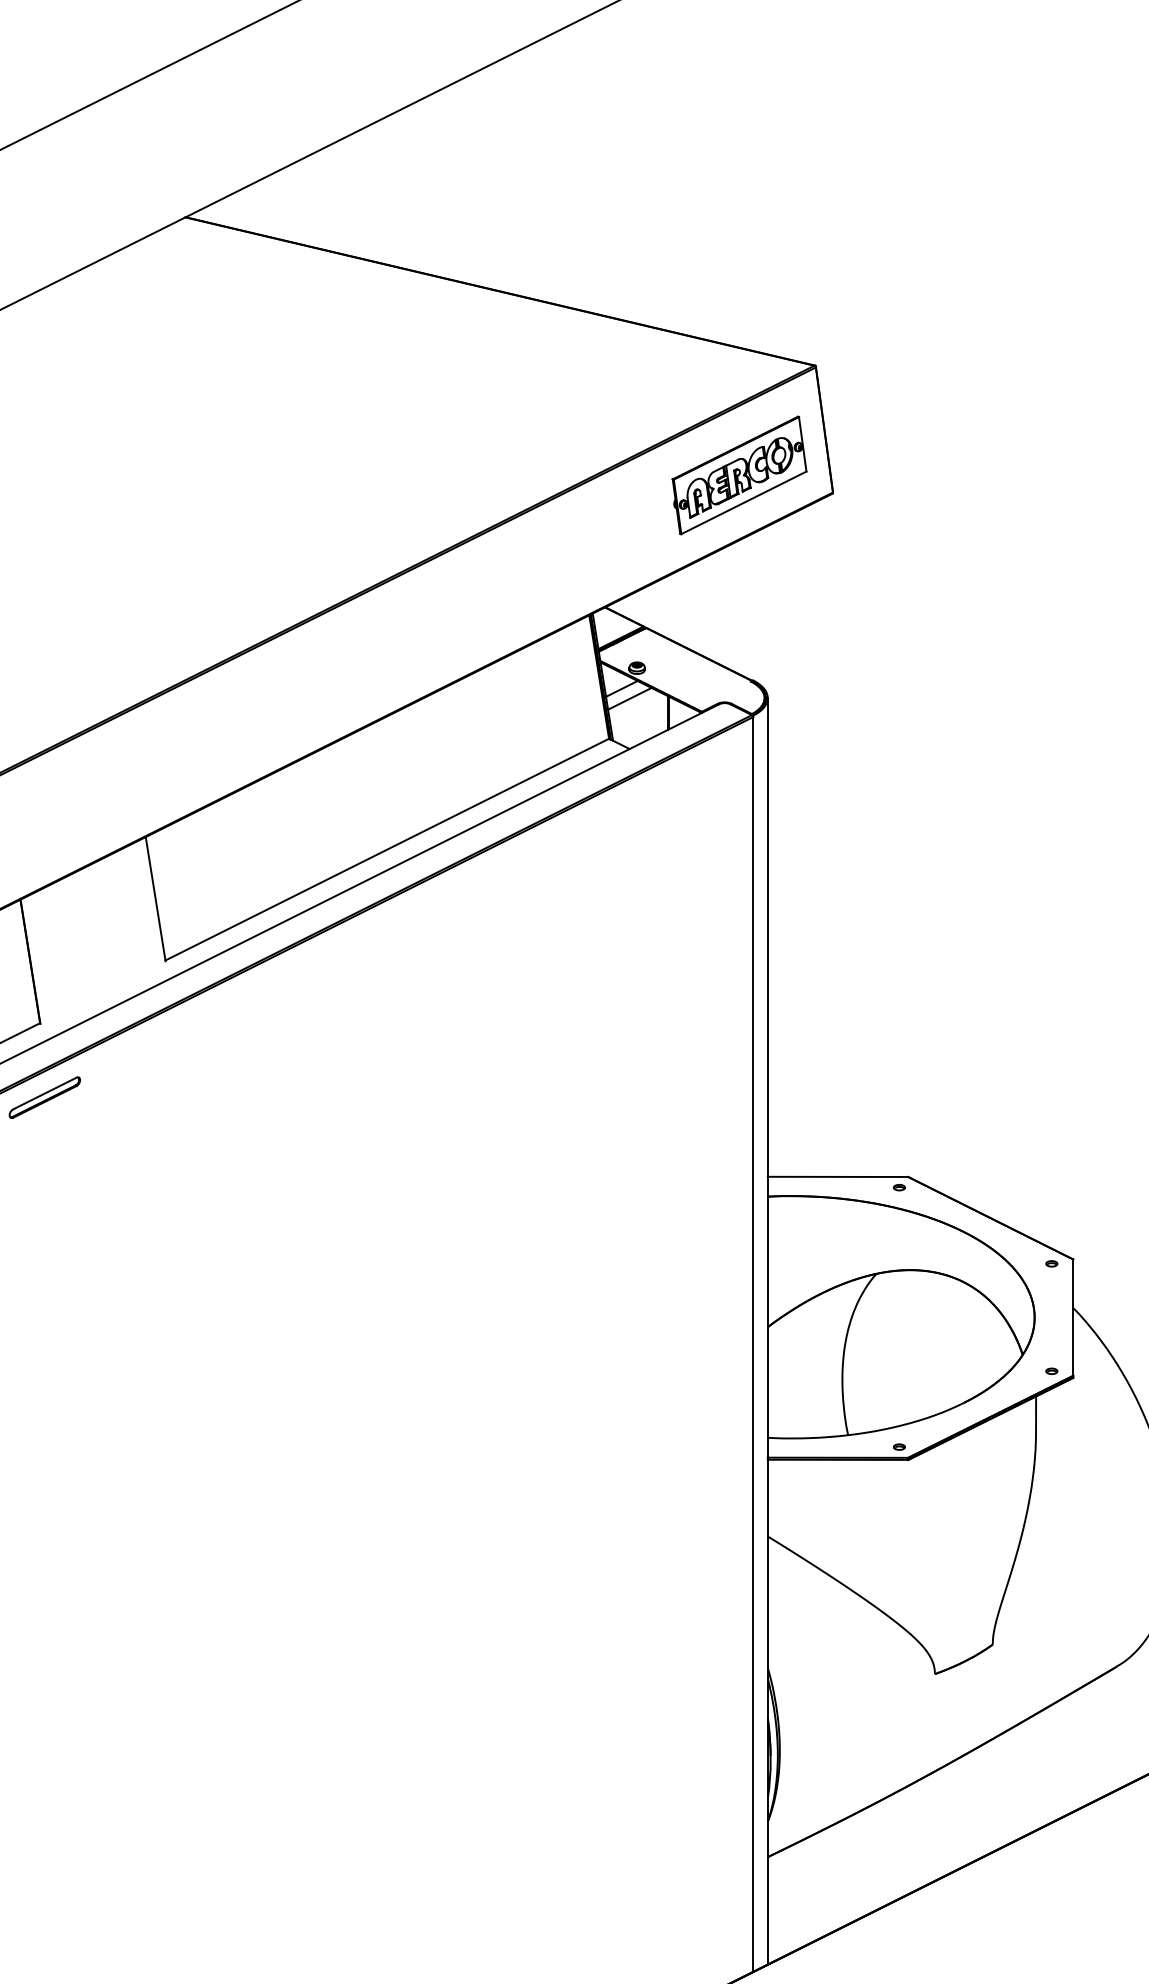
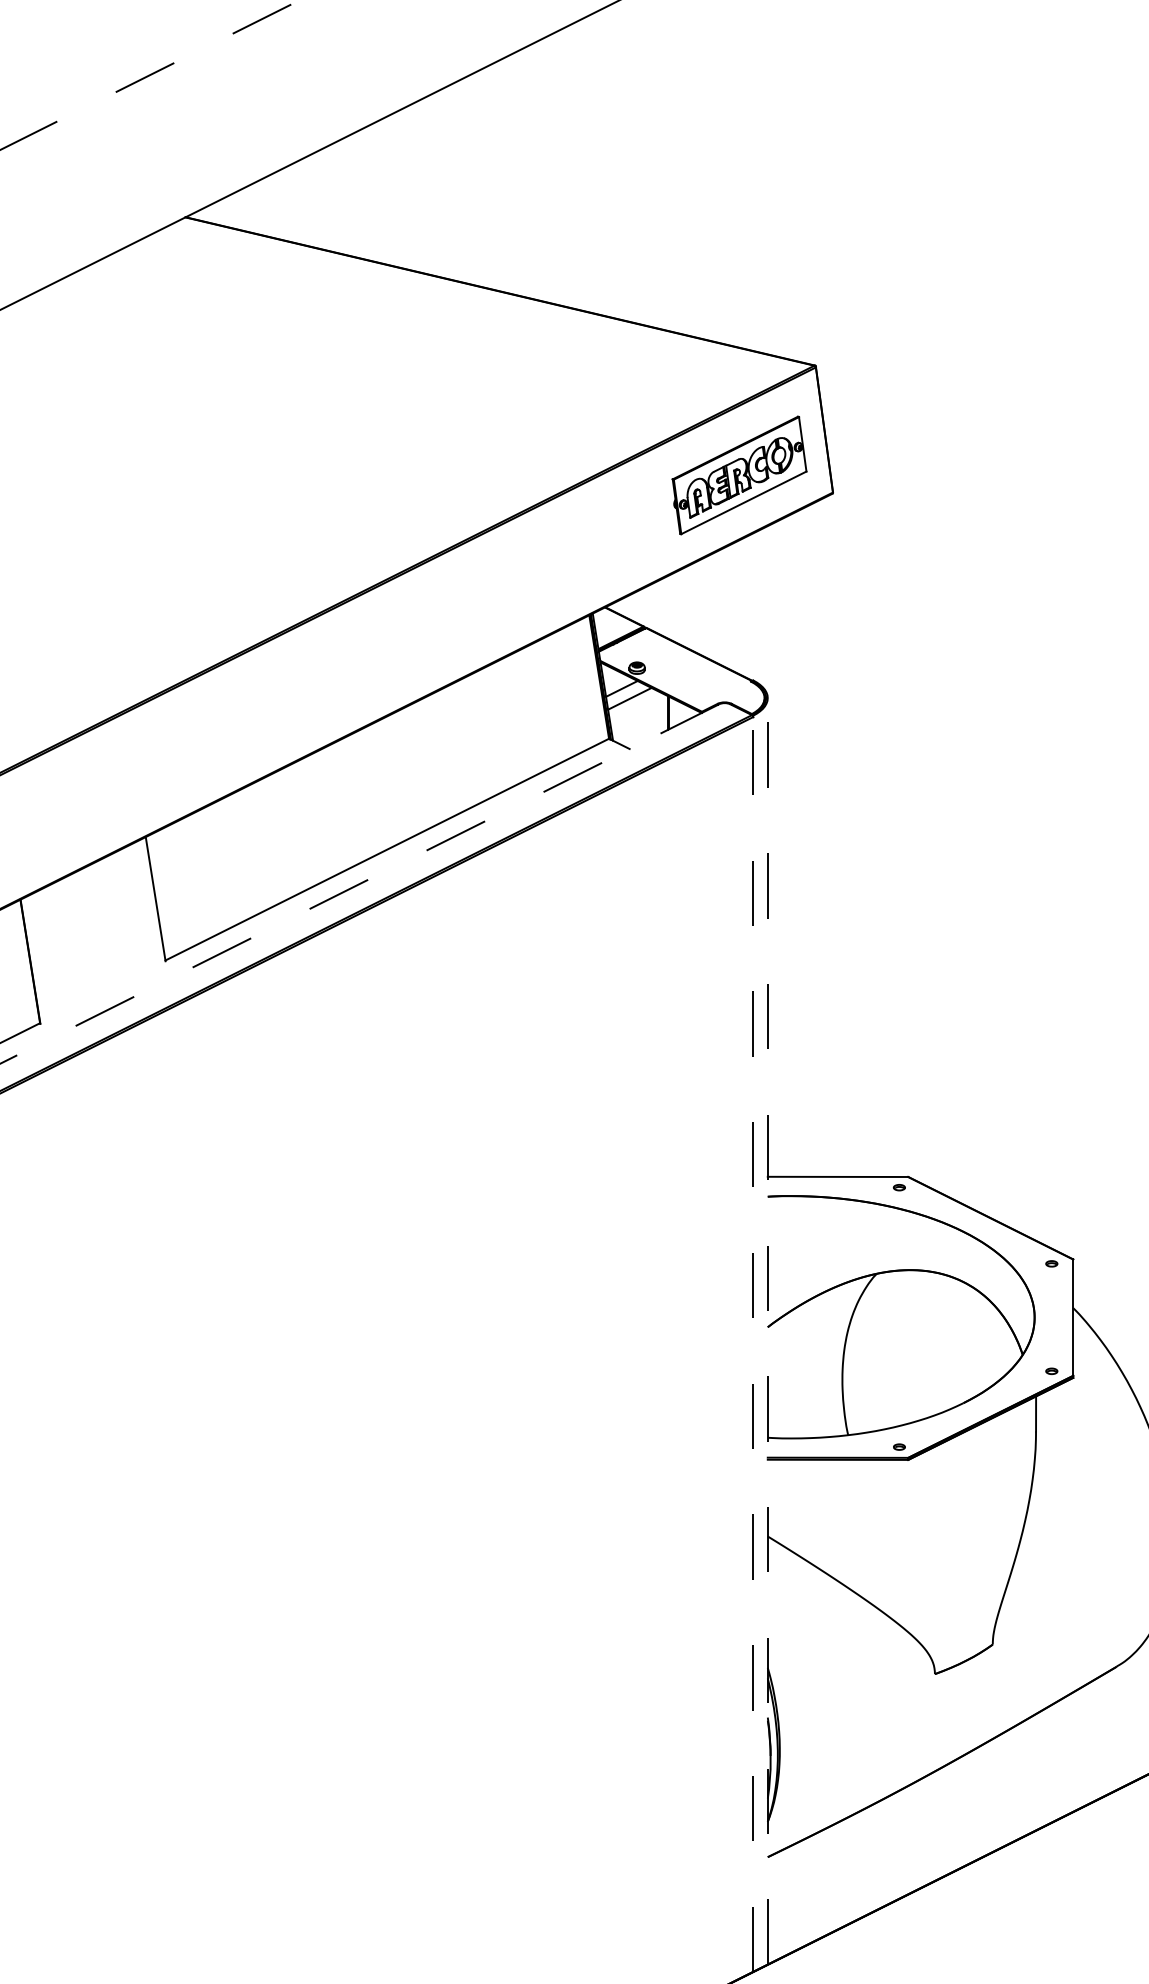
line at (149, 75): solid -> dashed
line at (359, 884): solid -> dashed
part at (44, 1097): present -> none
line at (767, 1330): solid -> dashed
line at (753, 1344): solid -> dashed
